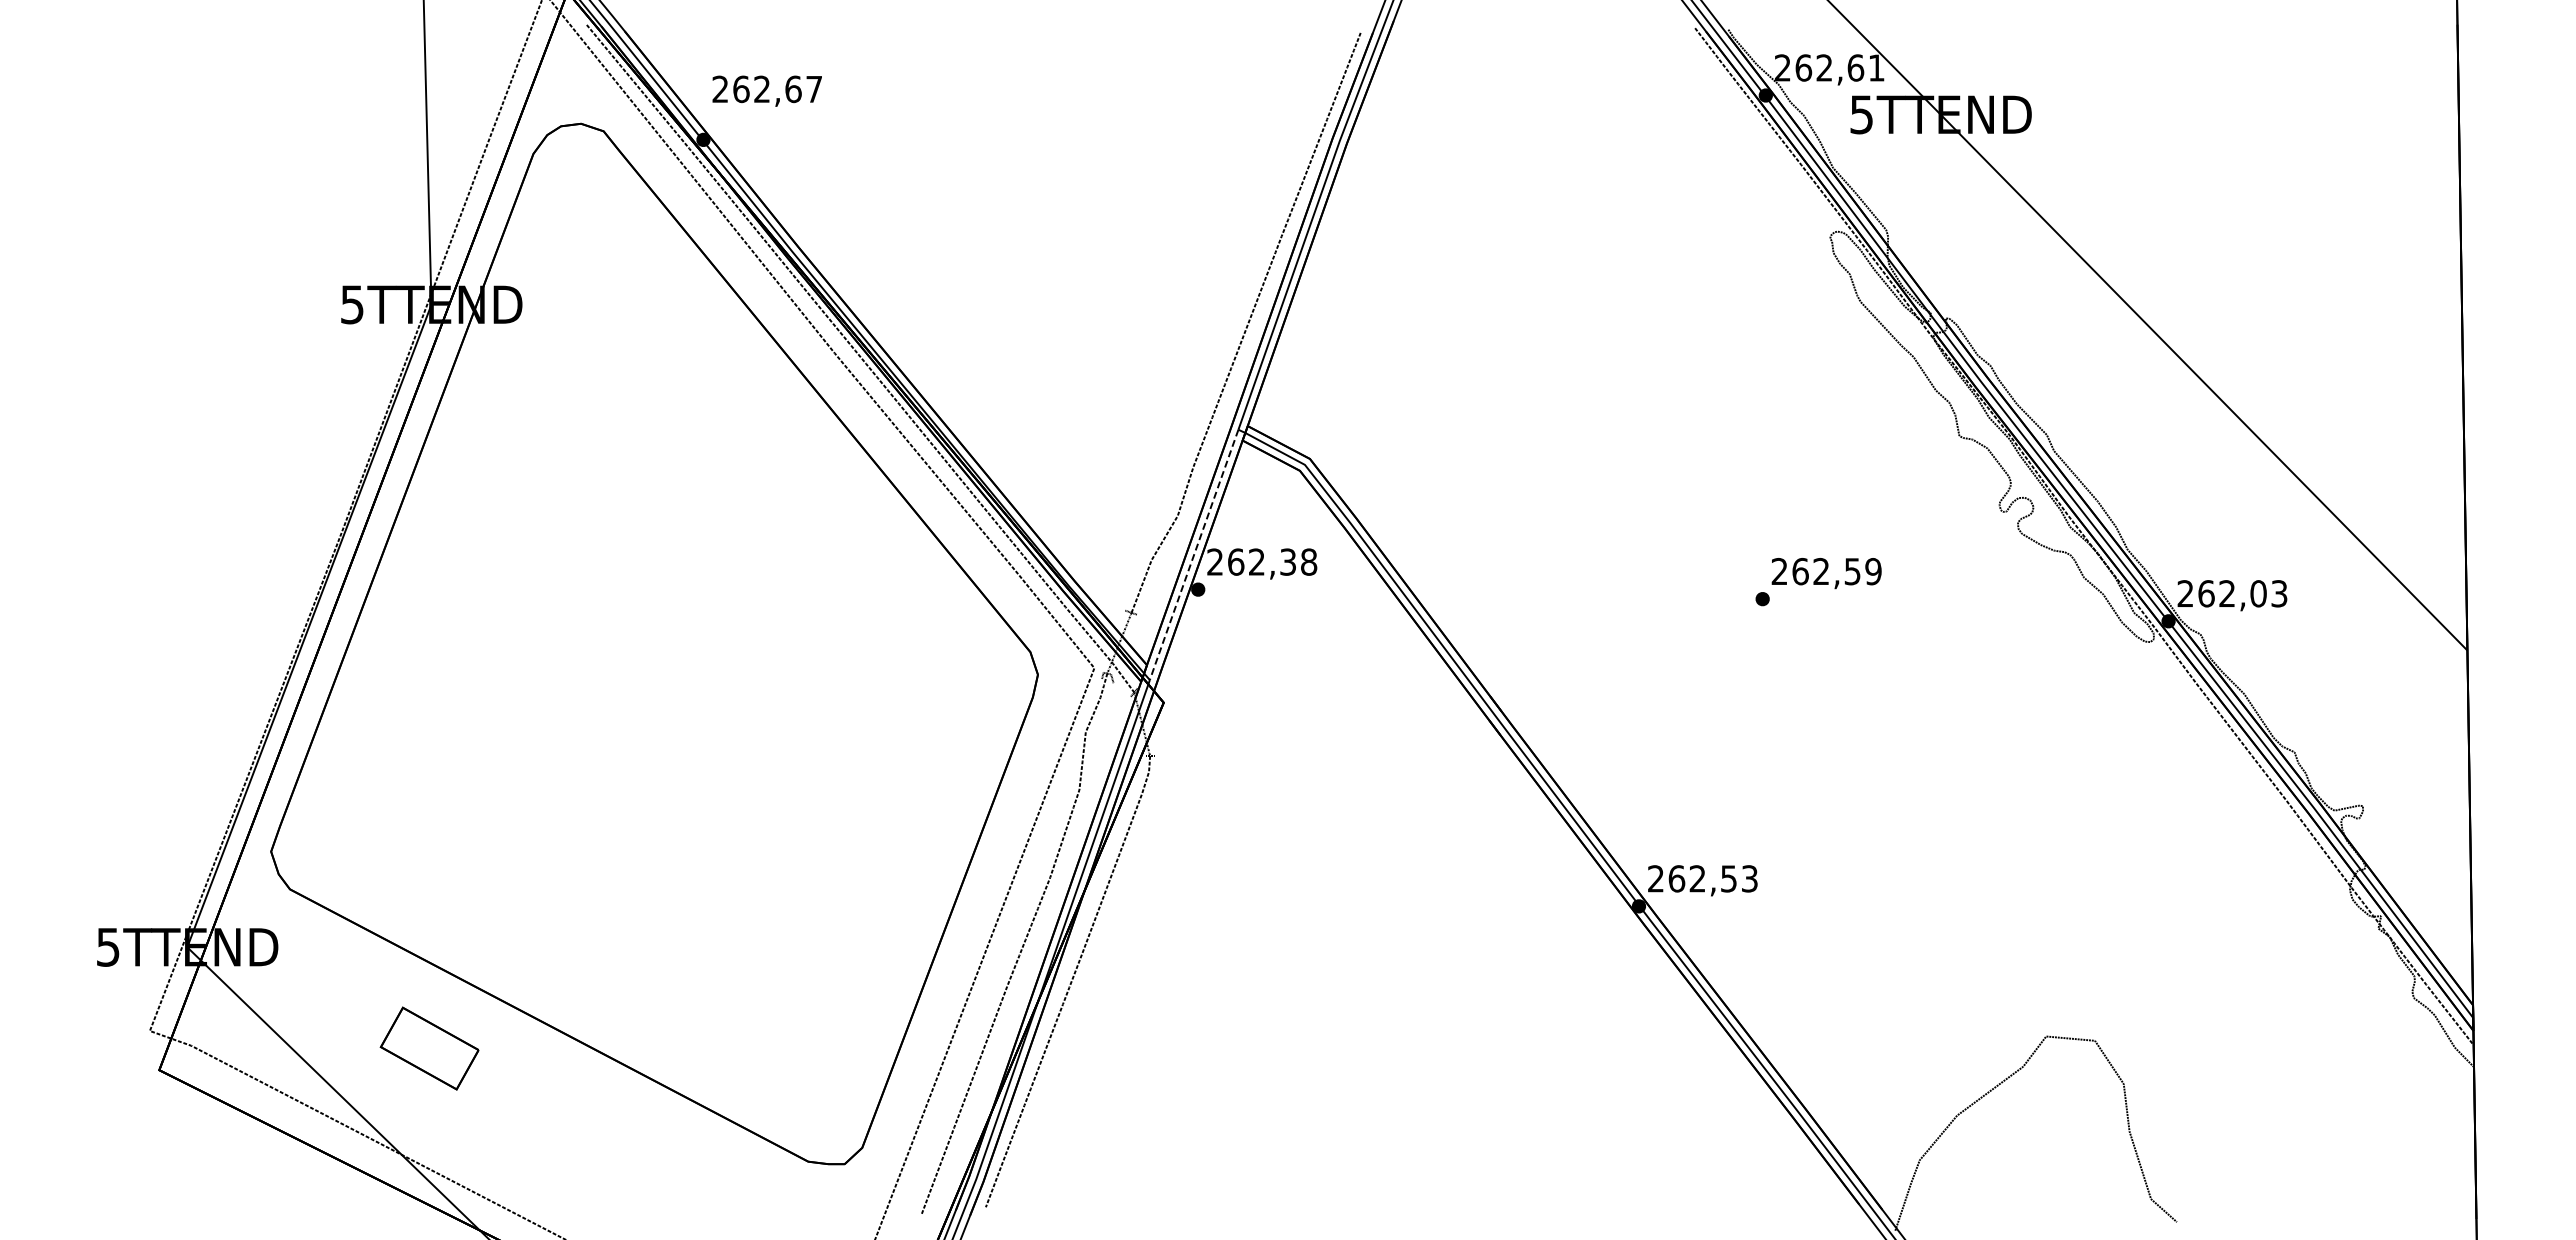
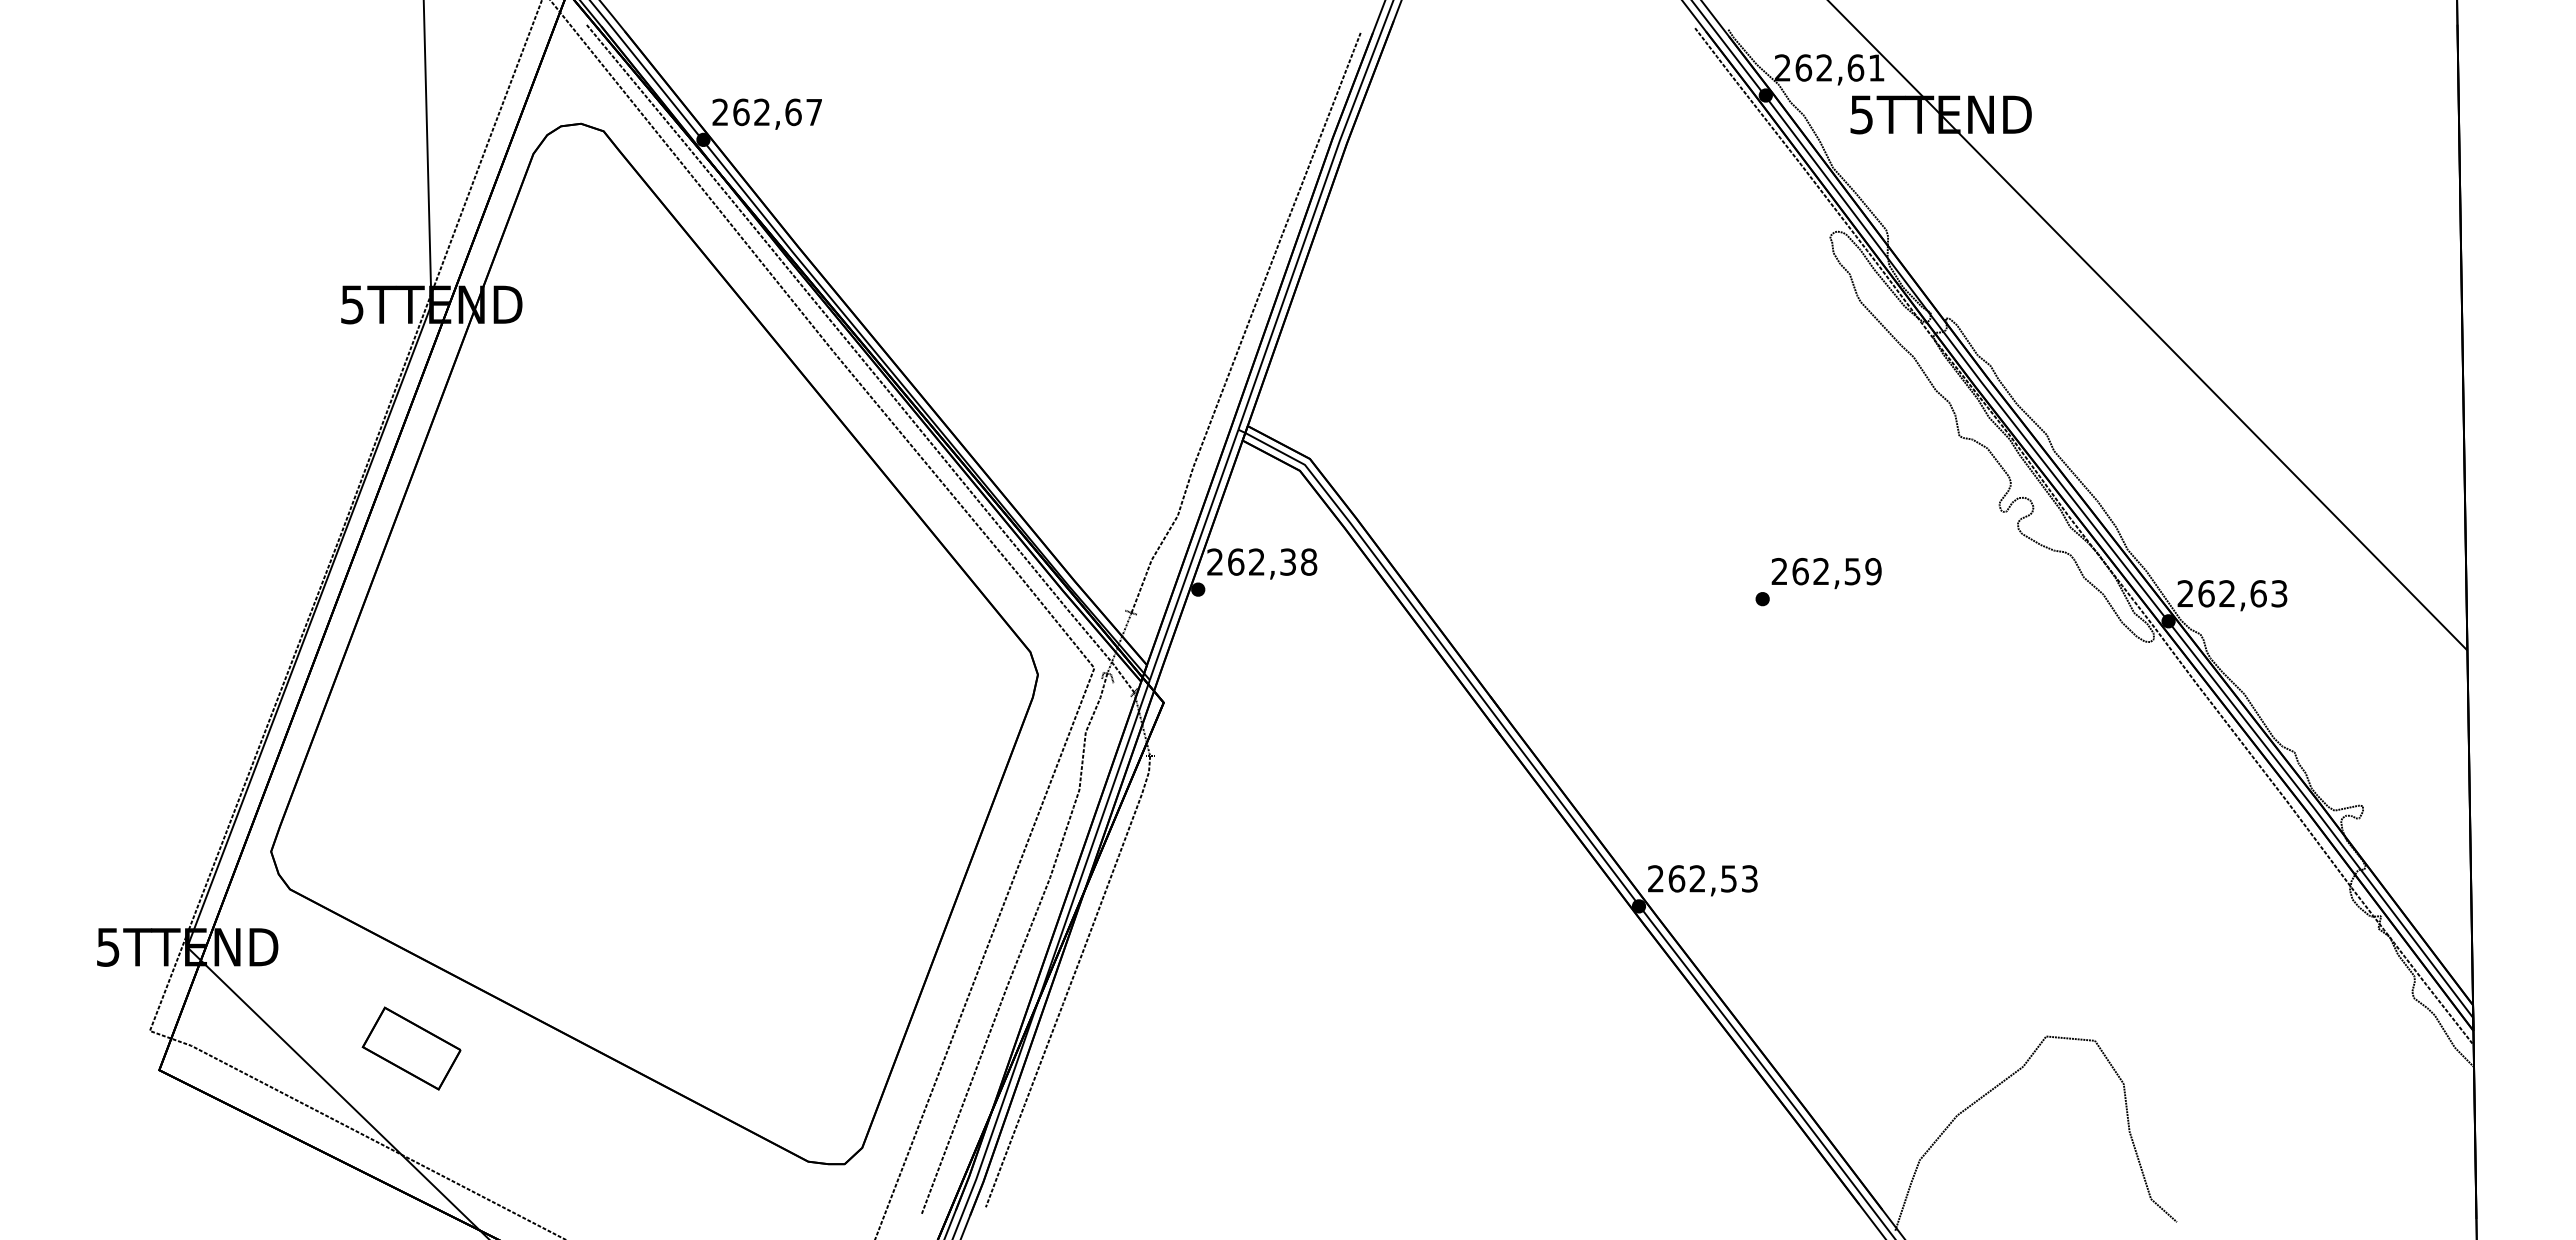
text at (766, 90) position: (766, 90) -> (766, 113)
line at (1193, 555): dashed -> solid
text at (2258, 593): 262,03 -> 262,63
part at (429, 1048) position: (429, 1048) -> (411, 1048)
